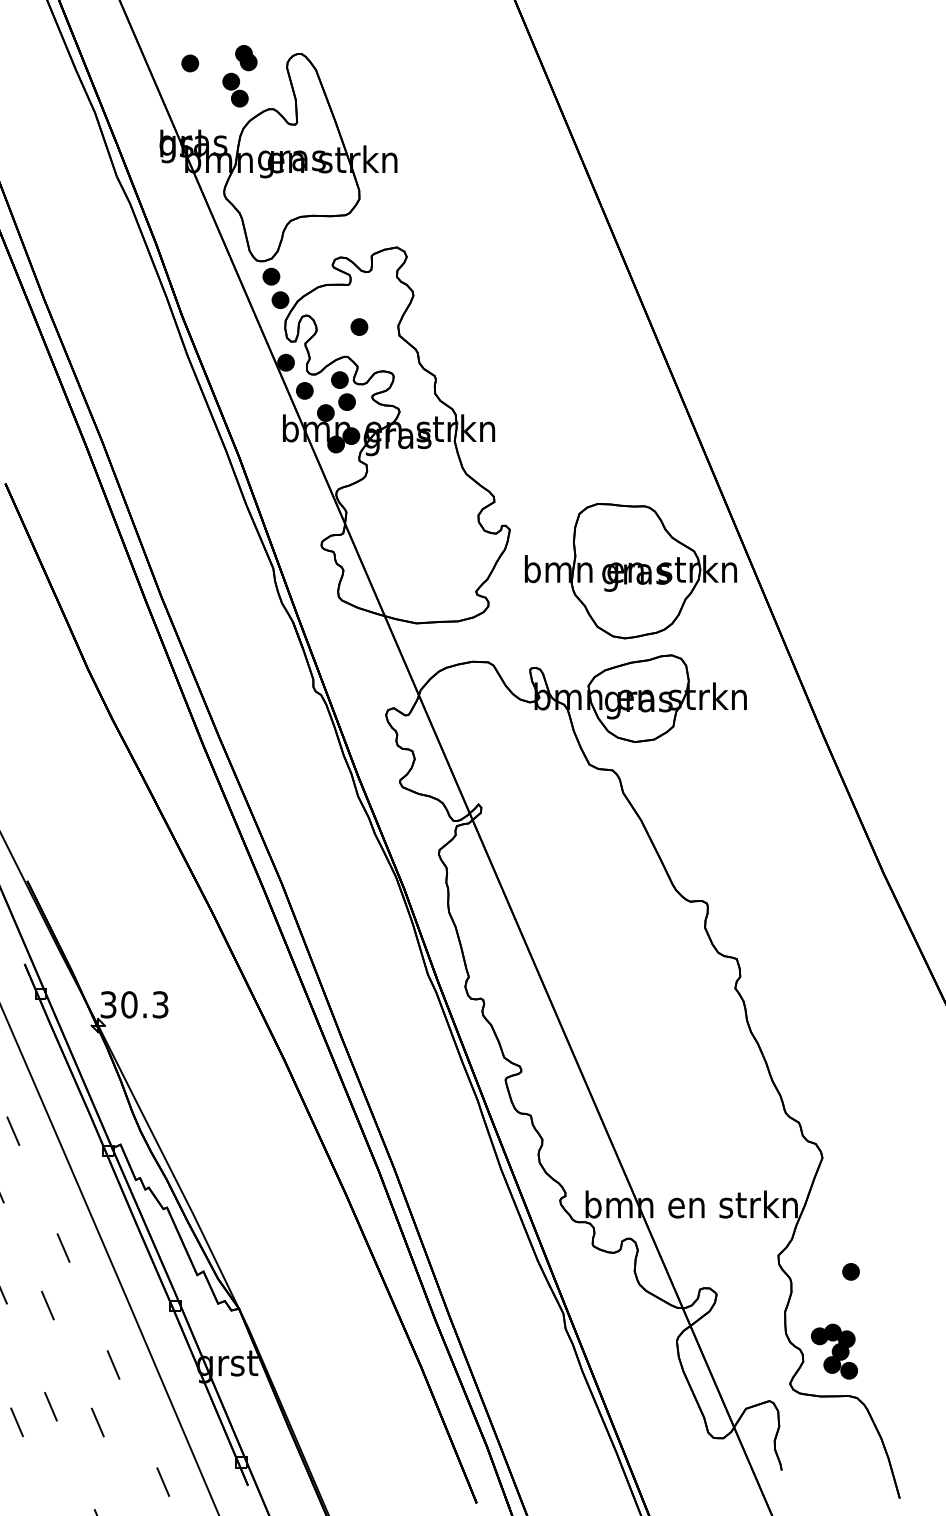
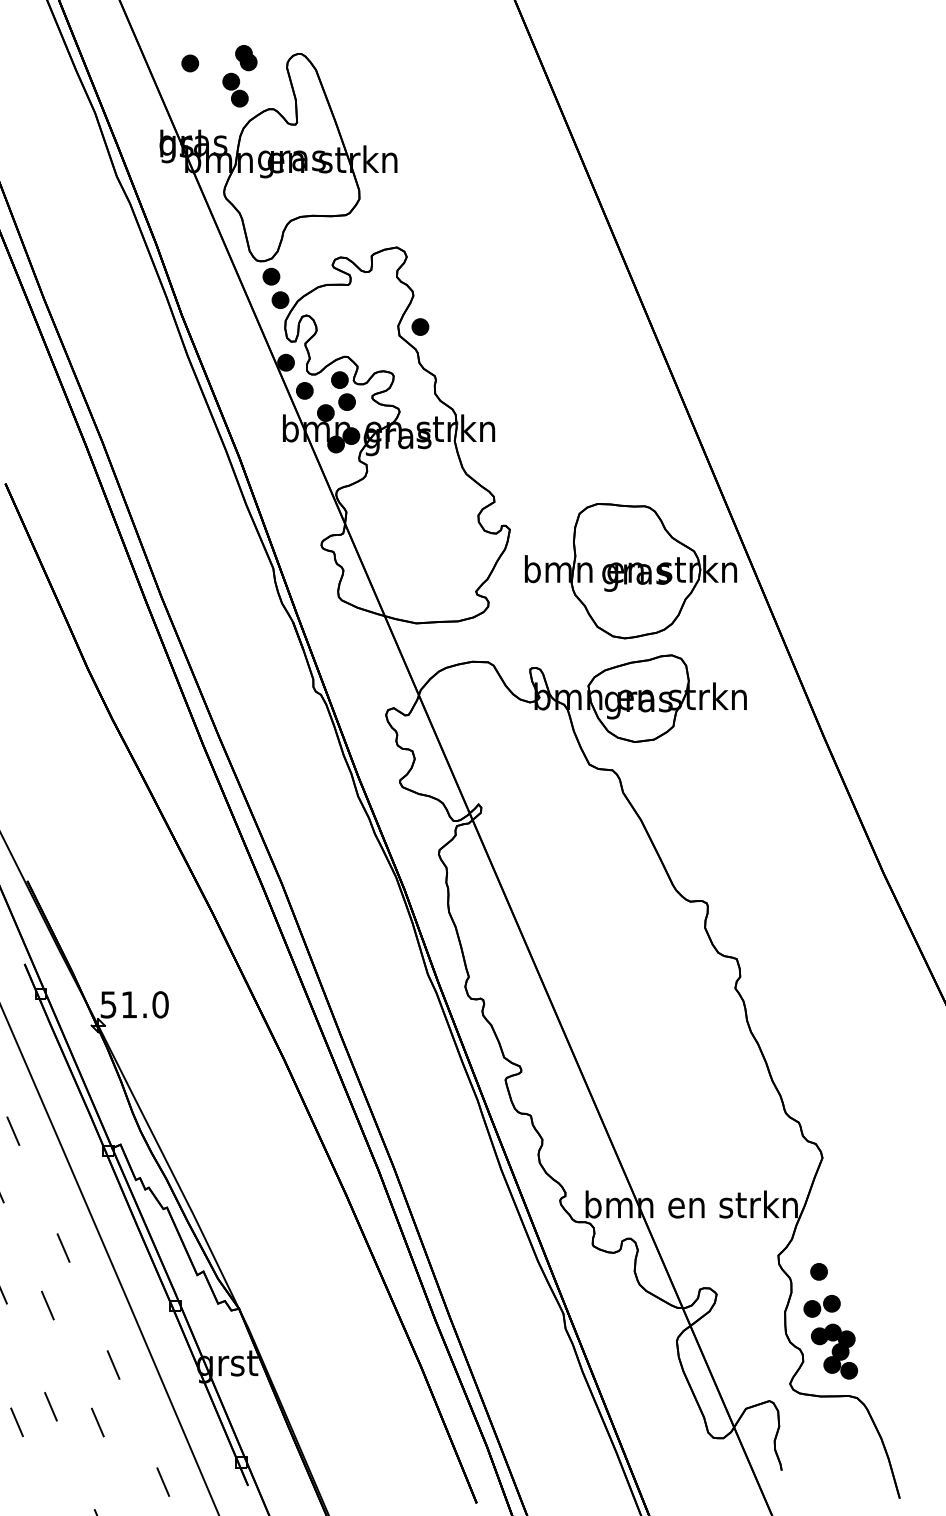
part at (359, 326) position: (359, 326) -> (420, 326)
text at (134, 1004): 30.3 -> 51.0
part at (850, 1271) position: (850, 1271) -> (818, 1271)
part at (821, 1306): none -> present
